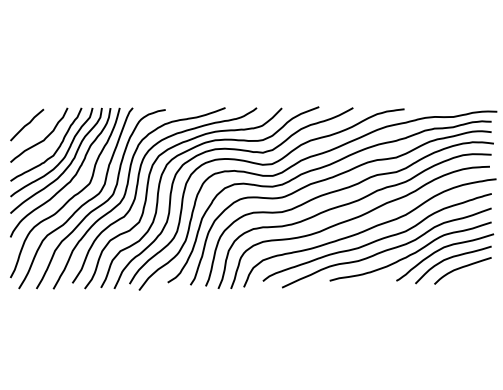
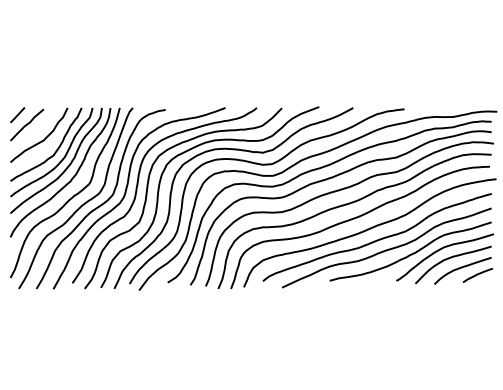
line at (17, 115): none -> present
line at (477, 274): none -> present
